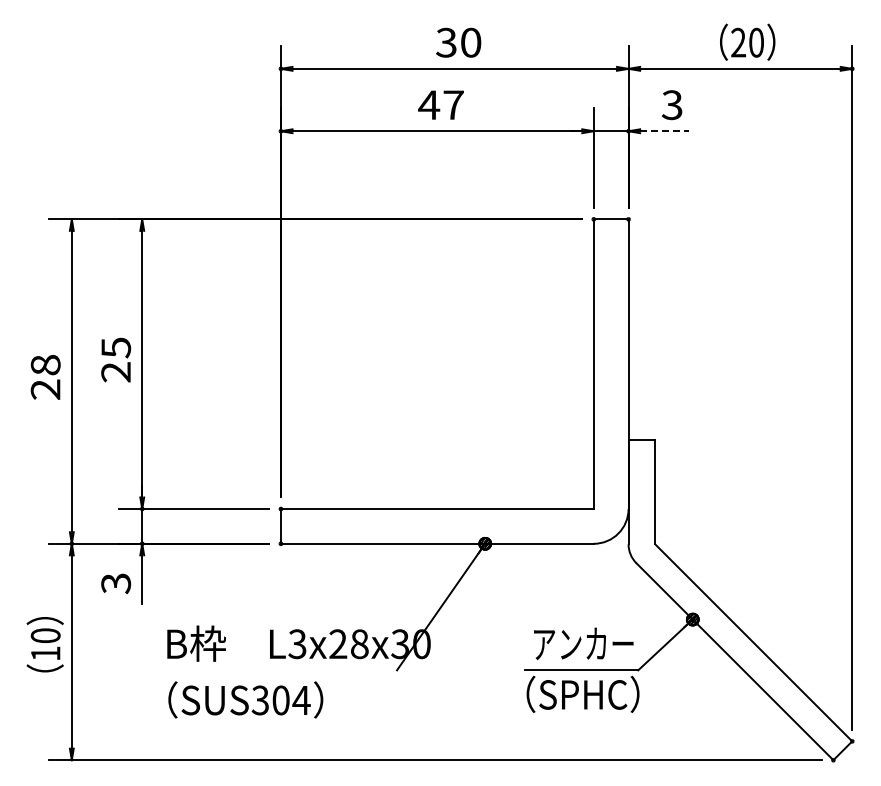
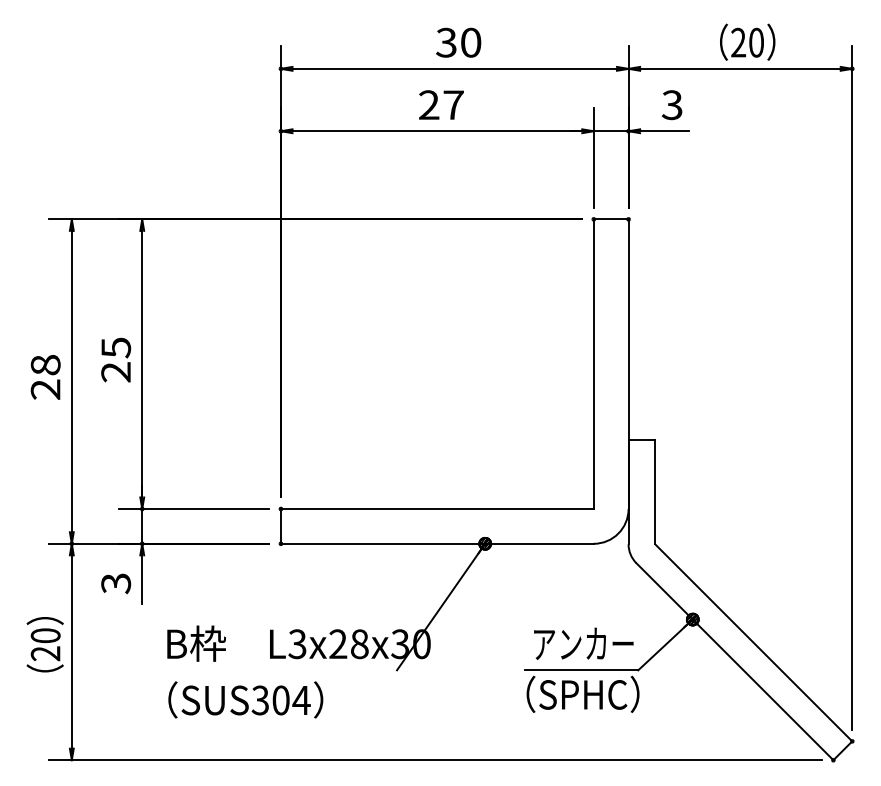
text at (429, 104): 47 -> 27
line at (665, 131): dashed -> solid
text at (45, 653): 10 -> 20
